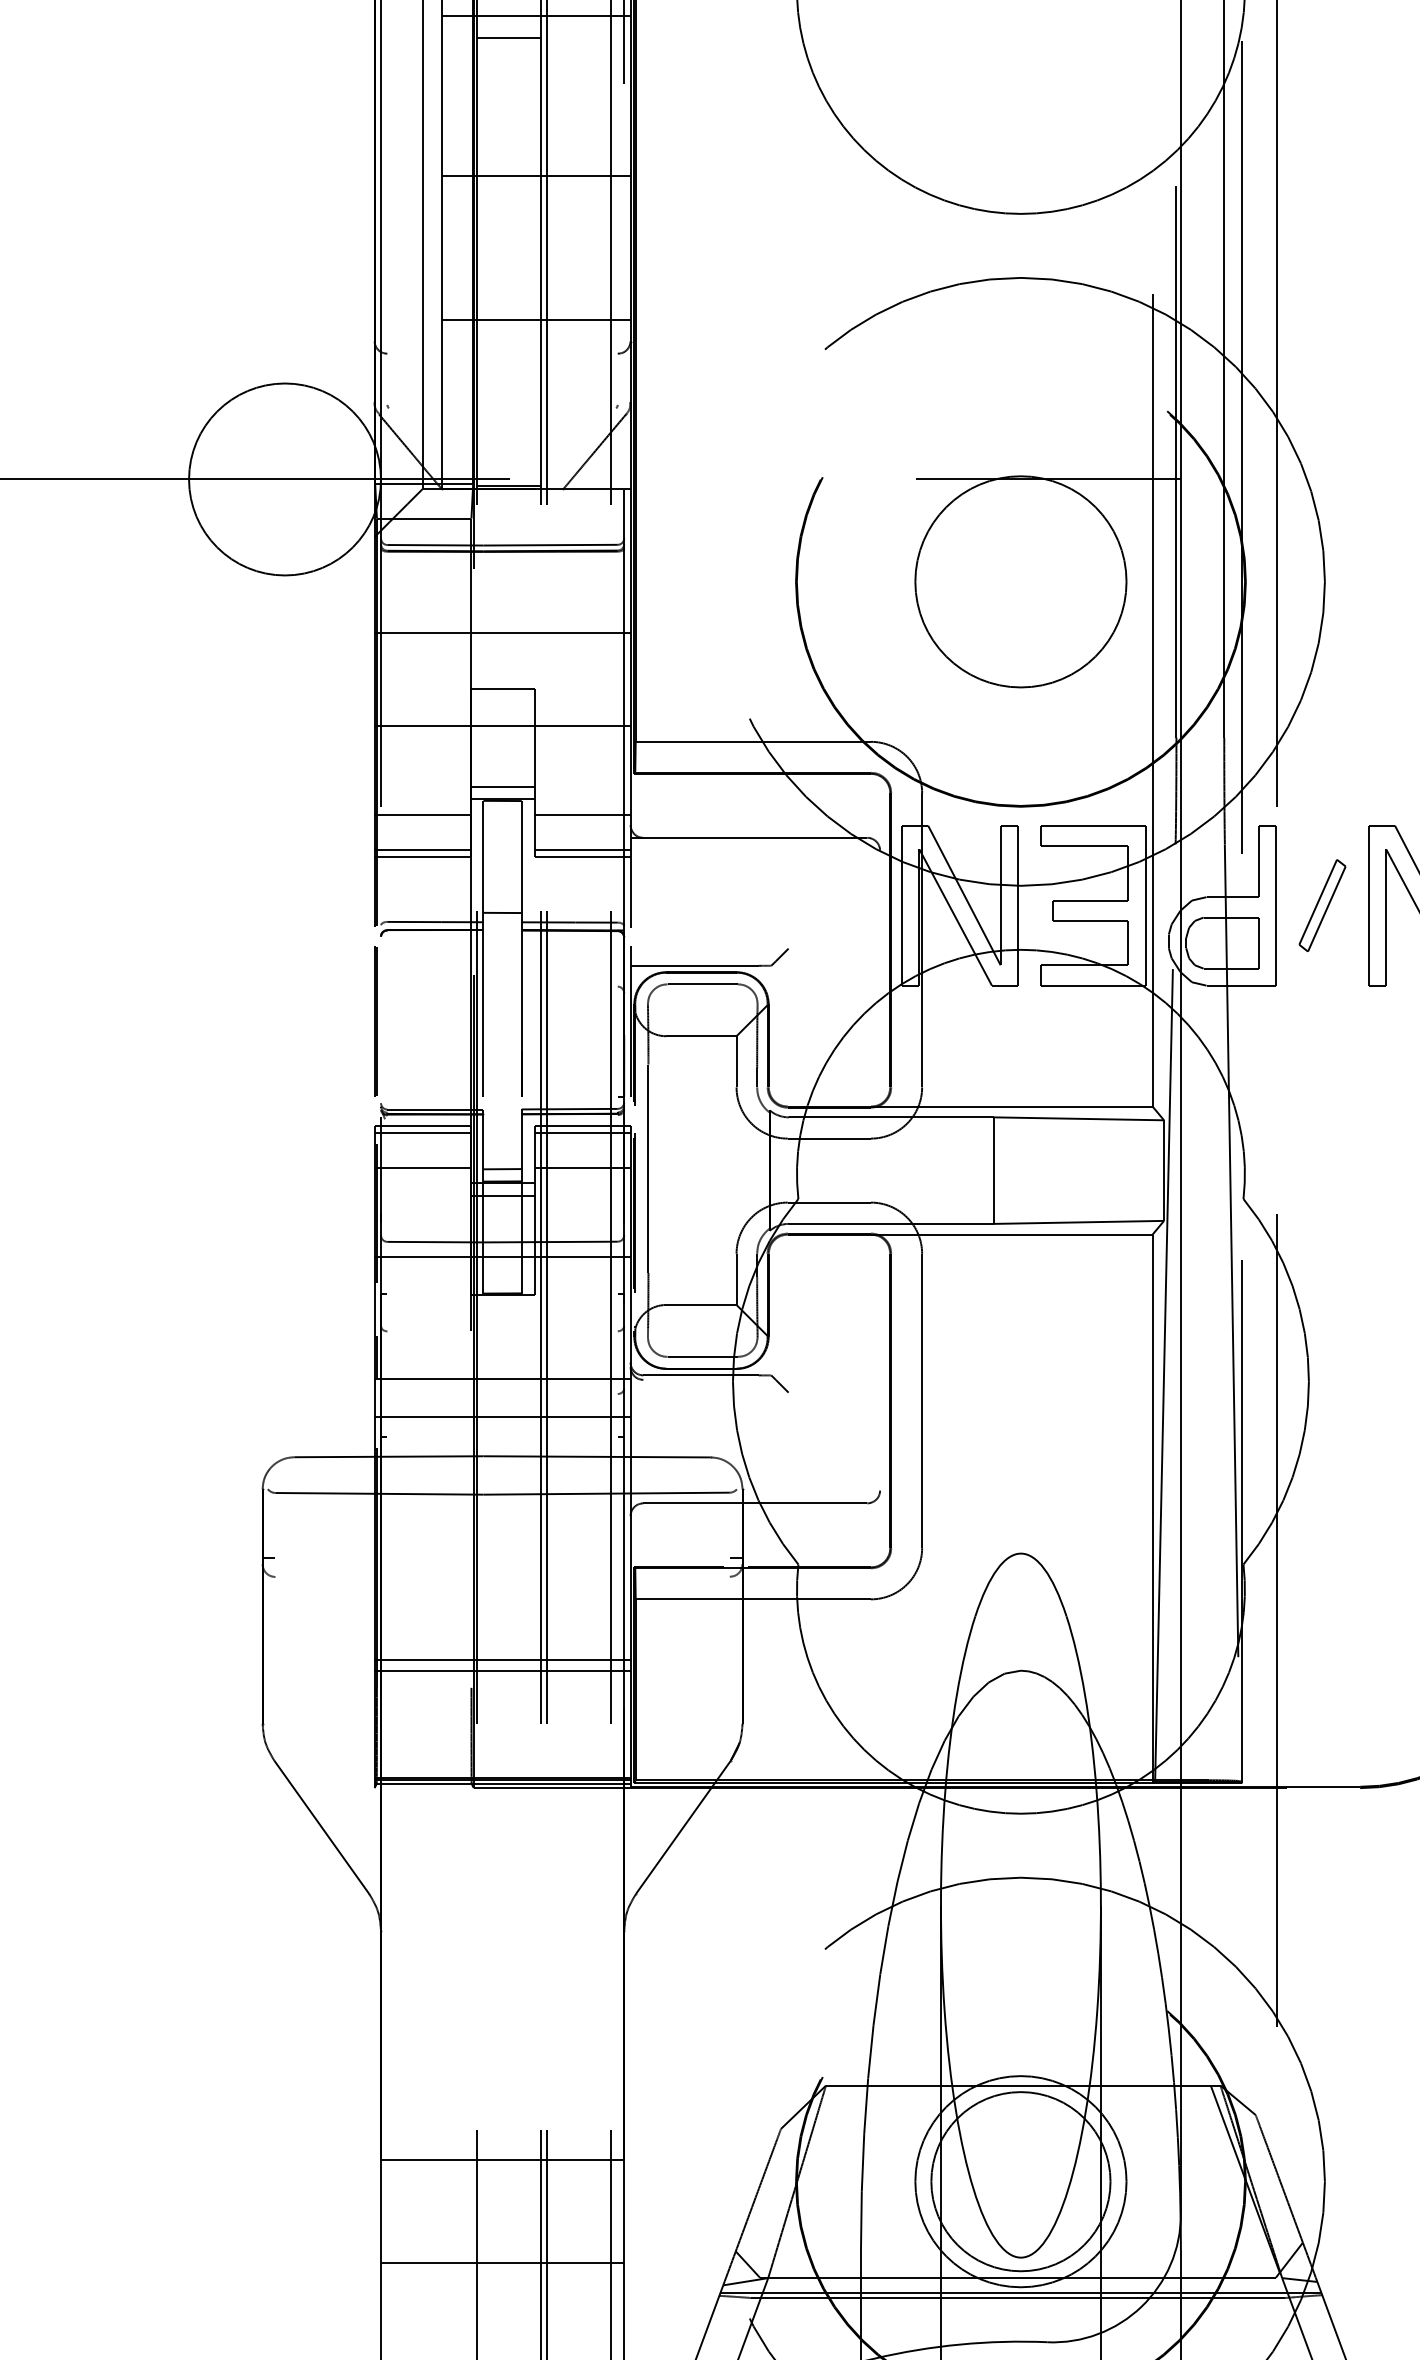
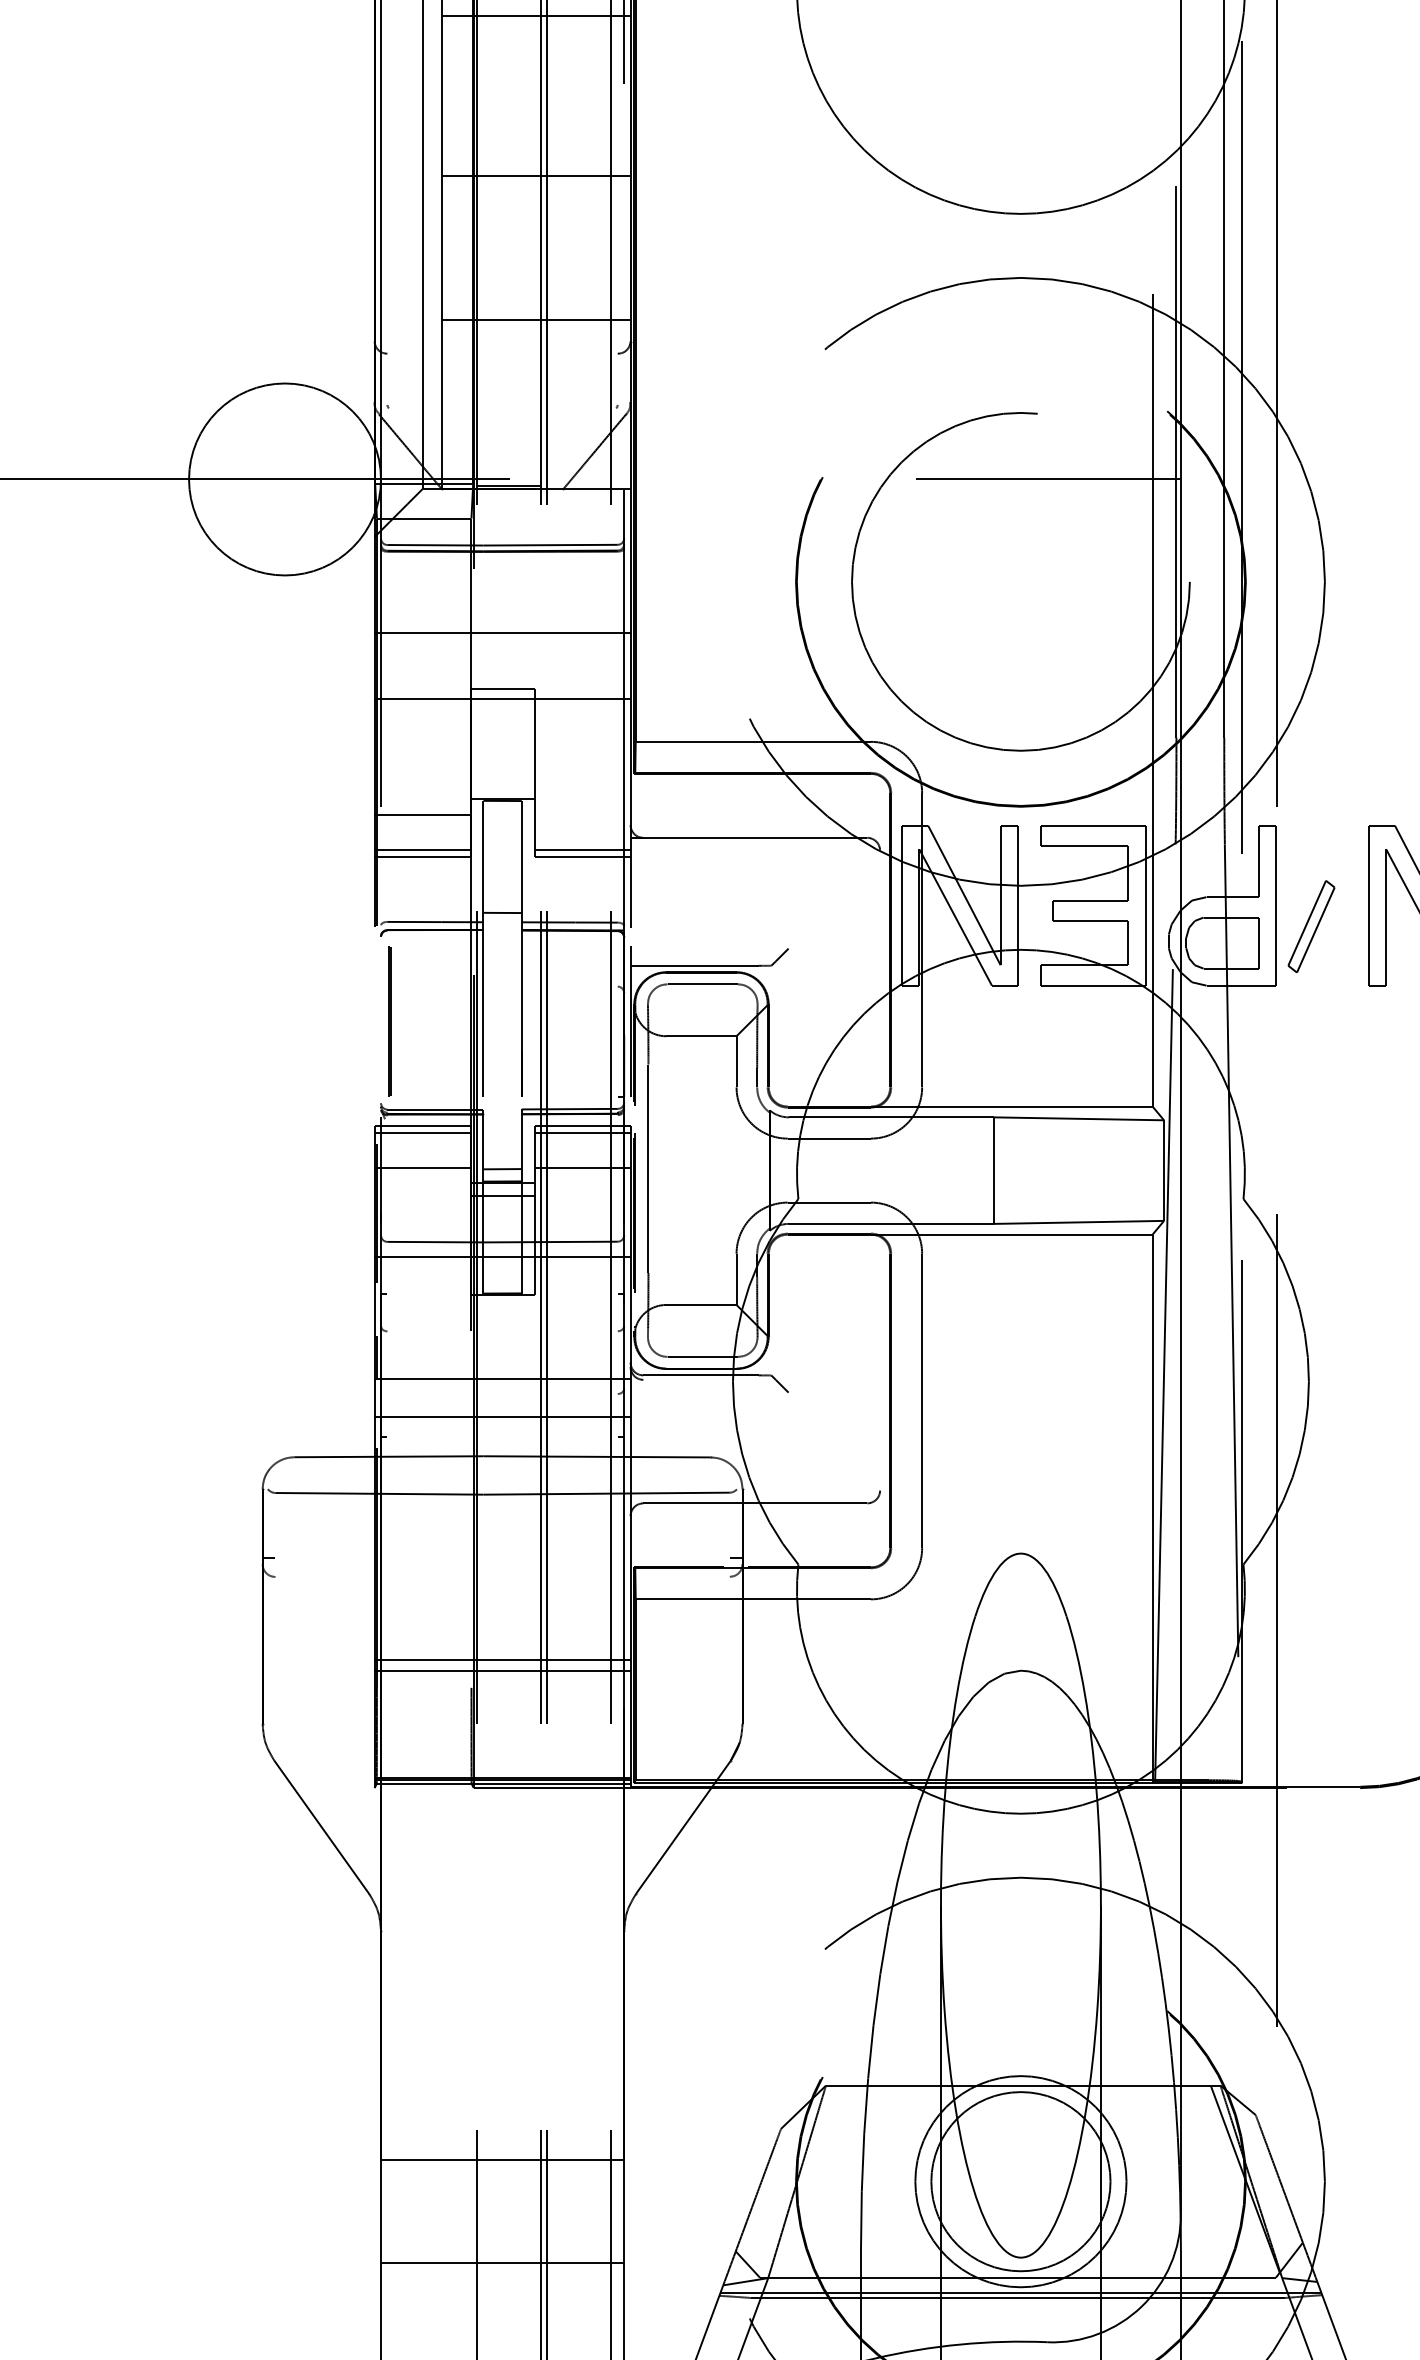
line at (509, 37): present -> none
circle at (1020, 581) diameter: 211 px -> 338 px
line at (502, 725) position: (502, 725) -> (502, 698)
line at (502, 786): present -> none
line at (582, 814): present -> none
part at (1322, 905) position: (1322, 905) -> (1311, 926)
line at (375, 1021) position: (375, 1021) -> (389, 1021)
